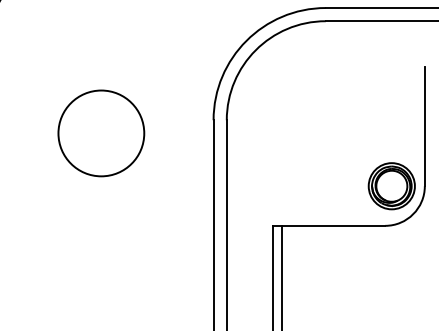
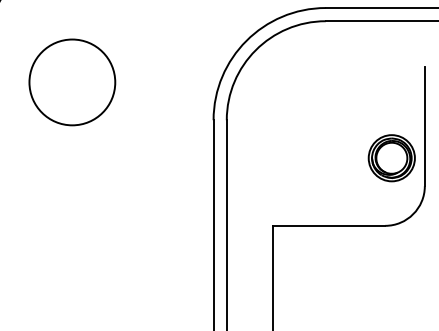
circle at (101, 133) position: (101, 133) -> (72, 82)
part at (391, 186) position: (391, 186) -> (391, 158)
line at (281, 276): present -> none
